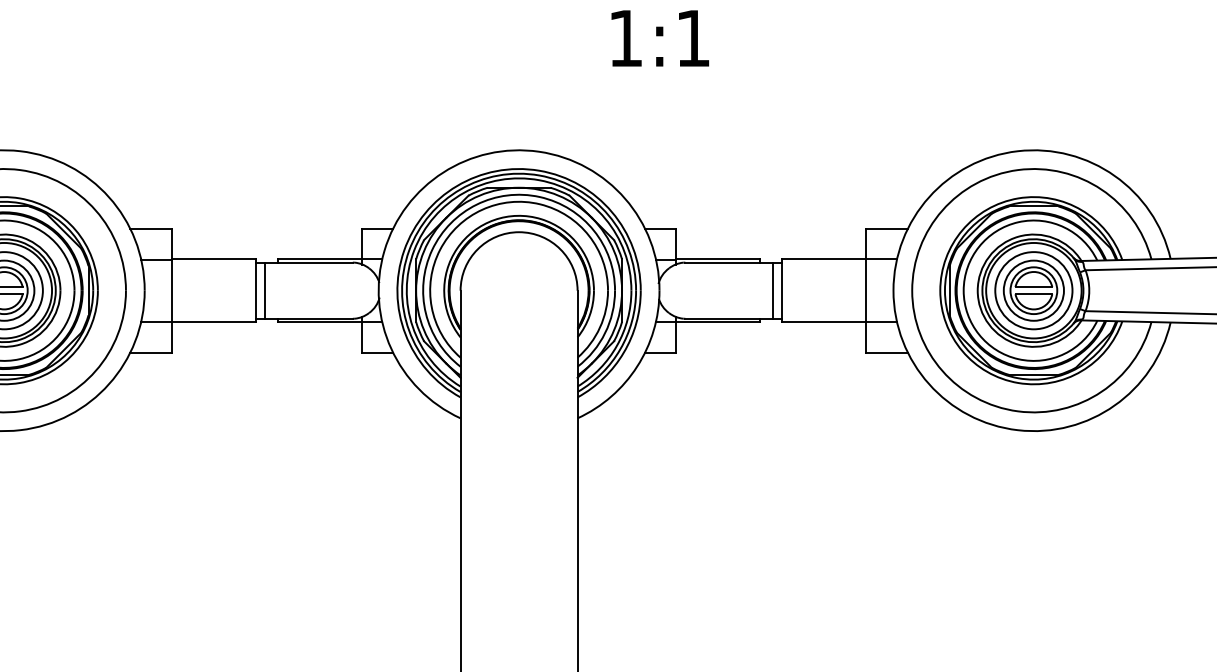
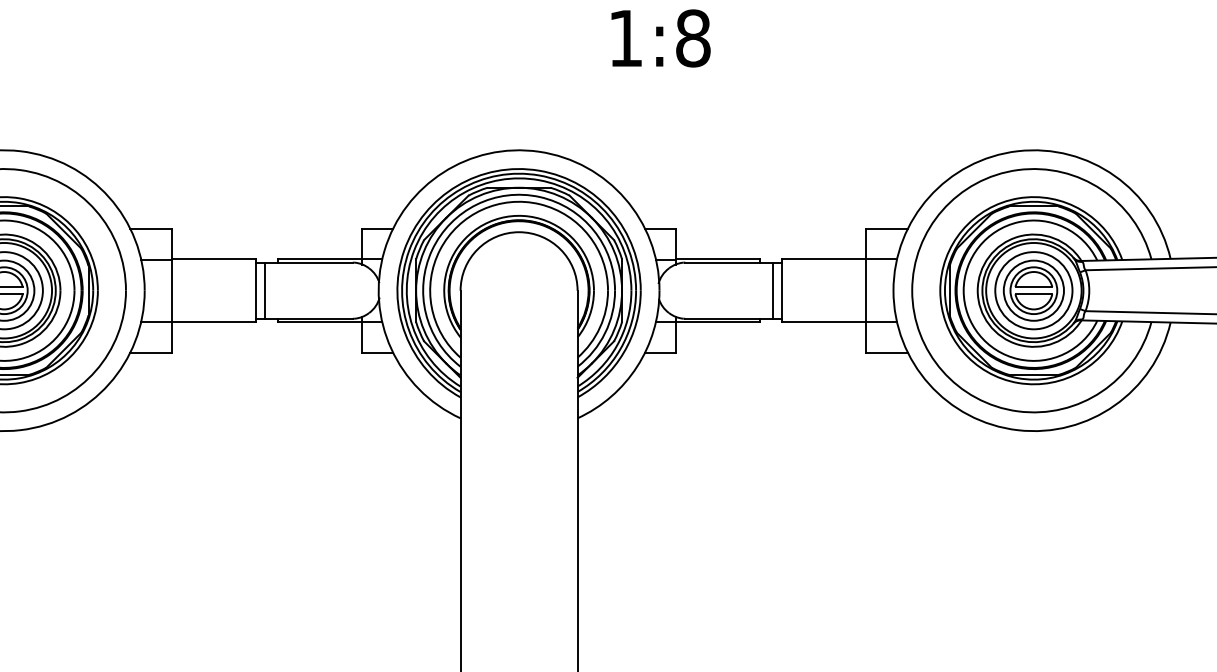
text at (693, 38): 1:1 -> 1:8
